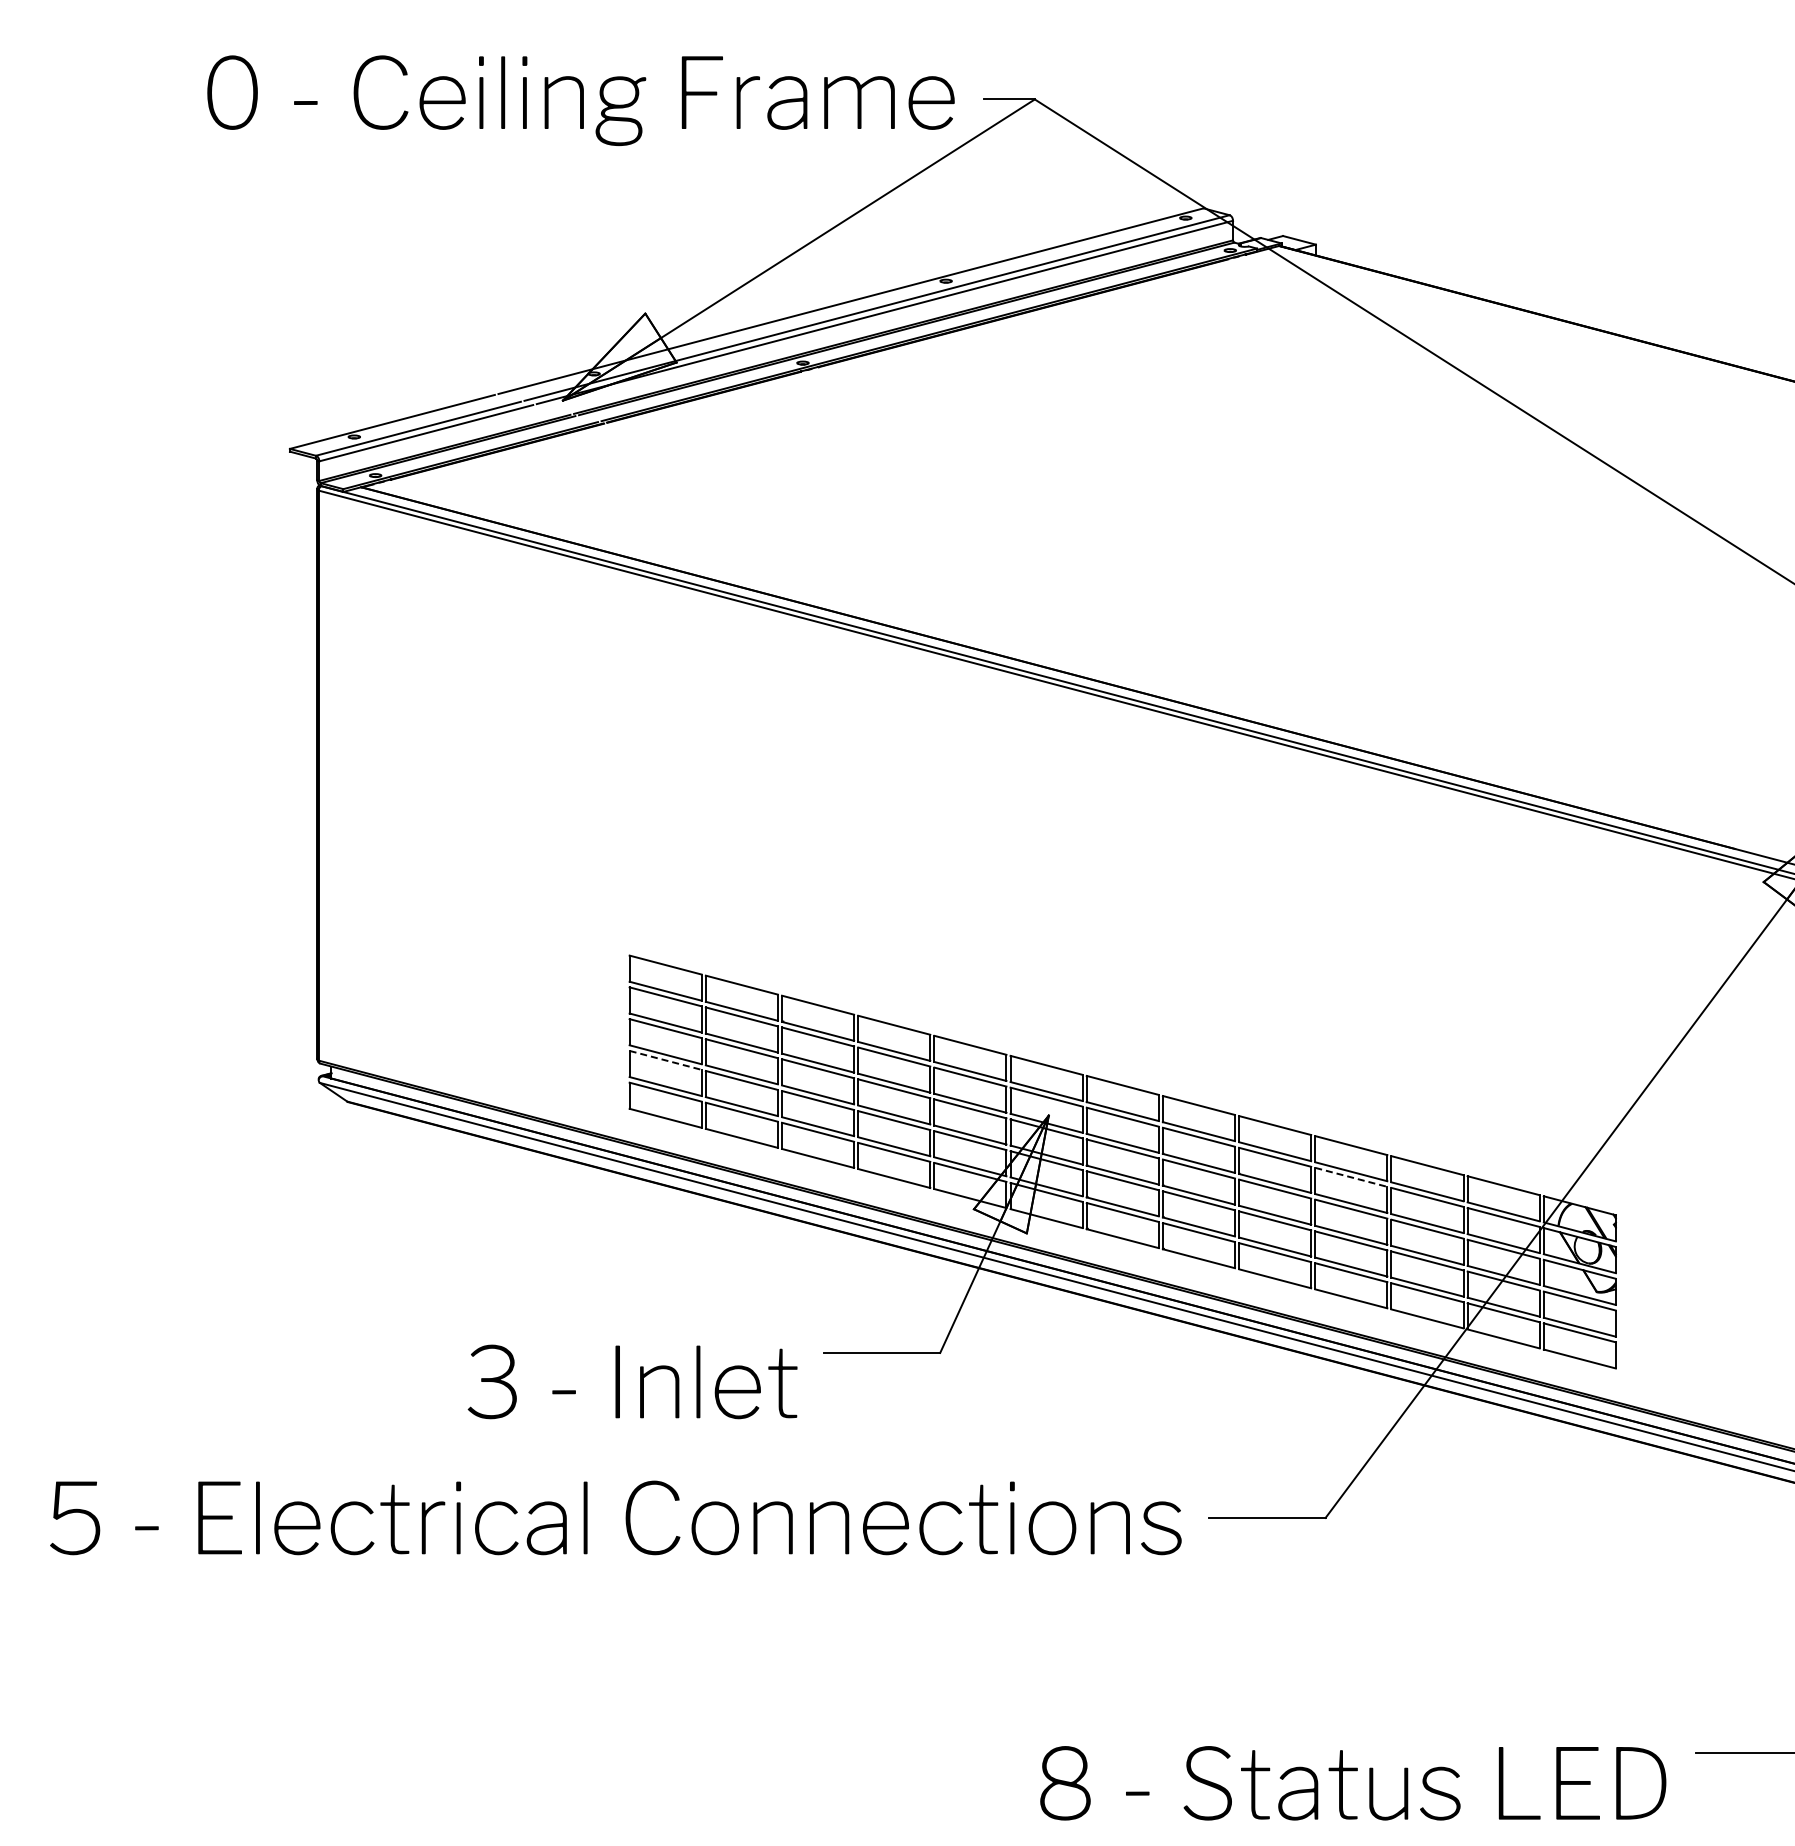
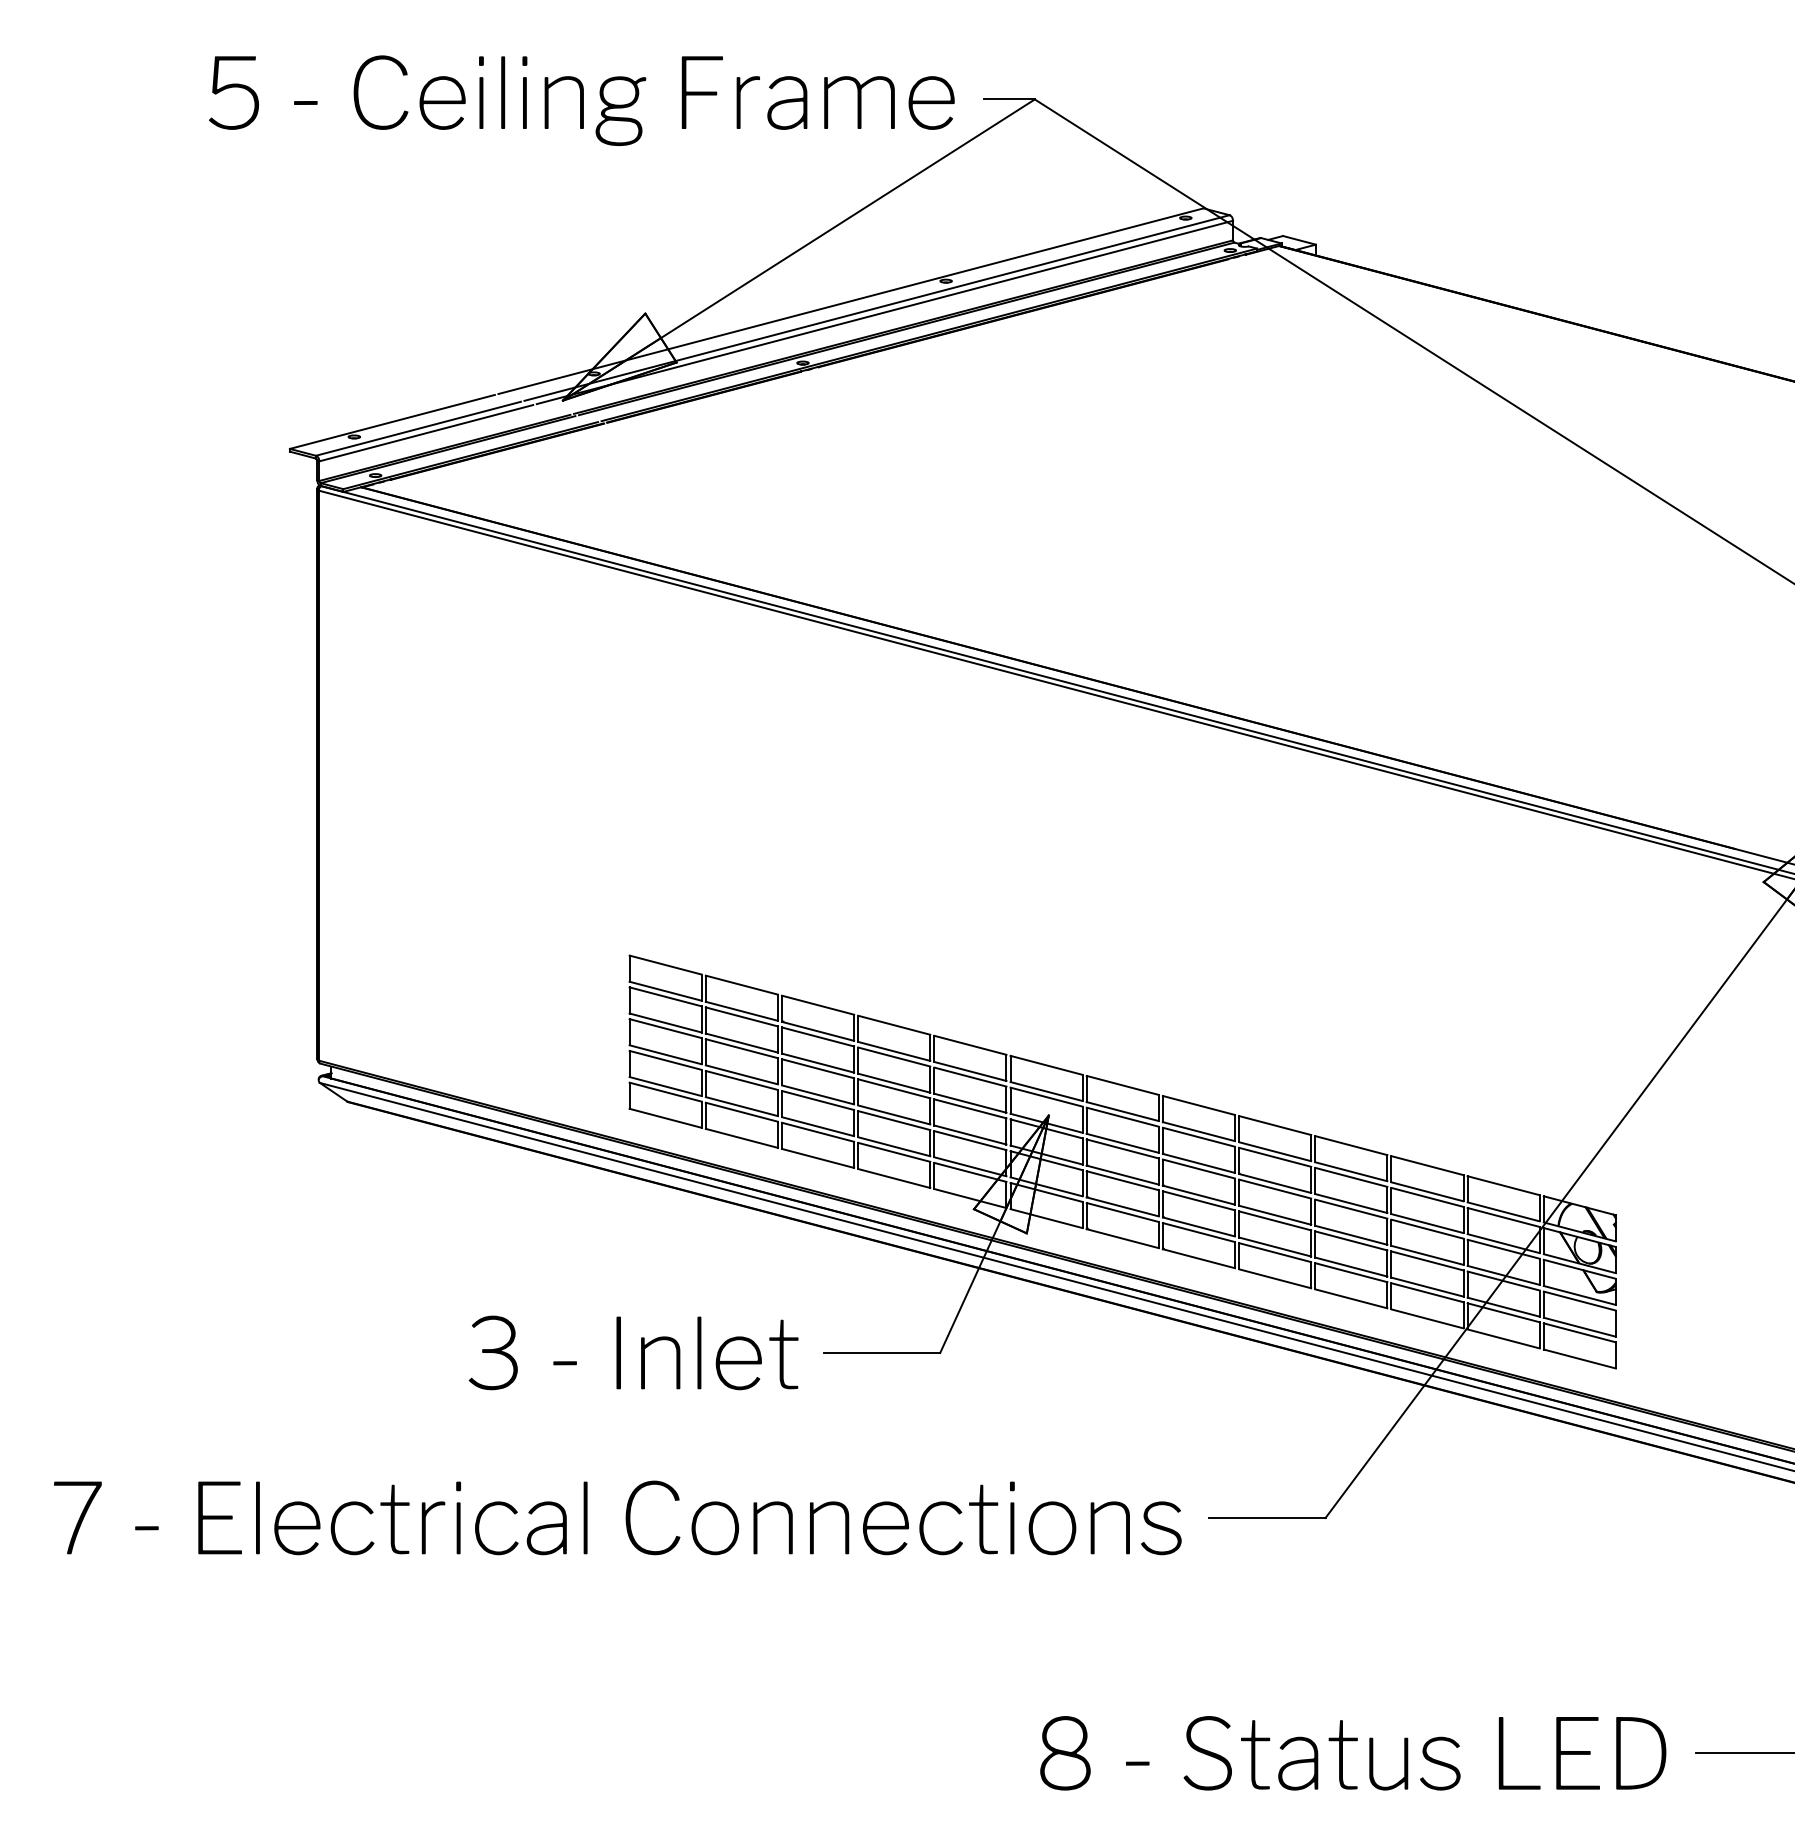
text at (232, 92): 0 -> 5
line at (666, 1060): dashed -> solid
line at (1351, 1177): dashed -> solid
text at (632, 1381) position: (632, 1381) -> (633, 1352)
text at (75, 1518): 5 -> 7
text at (1353, 1783) position: (1353, 1783) -> (1353, 1753)
